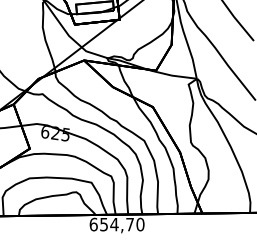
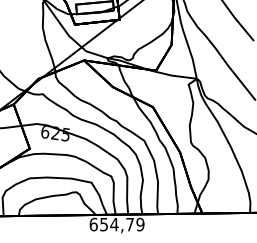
text at (140, 224): 654,70 -> 654,79
